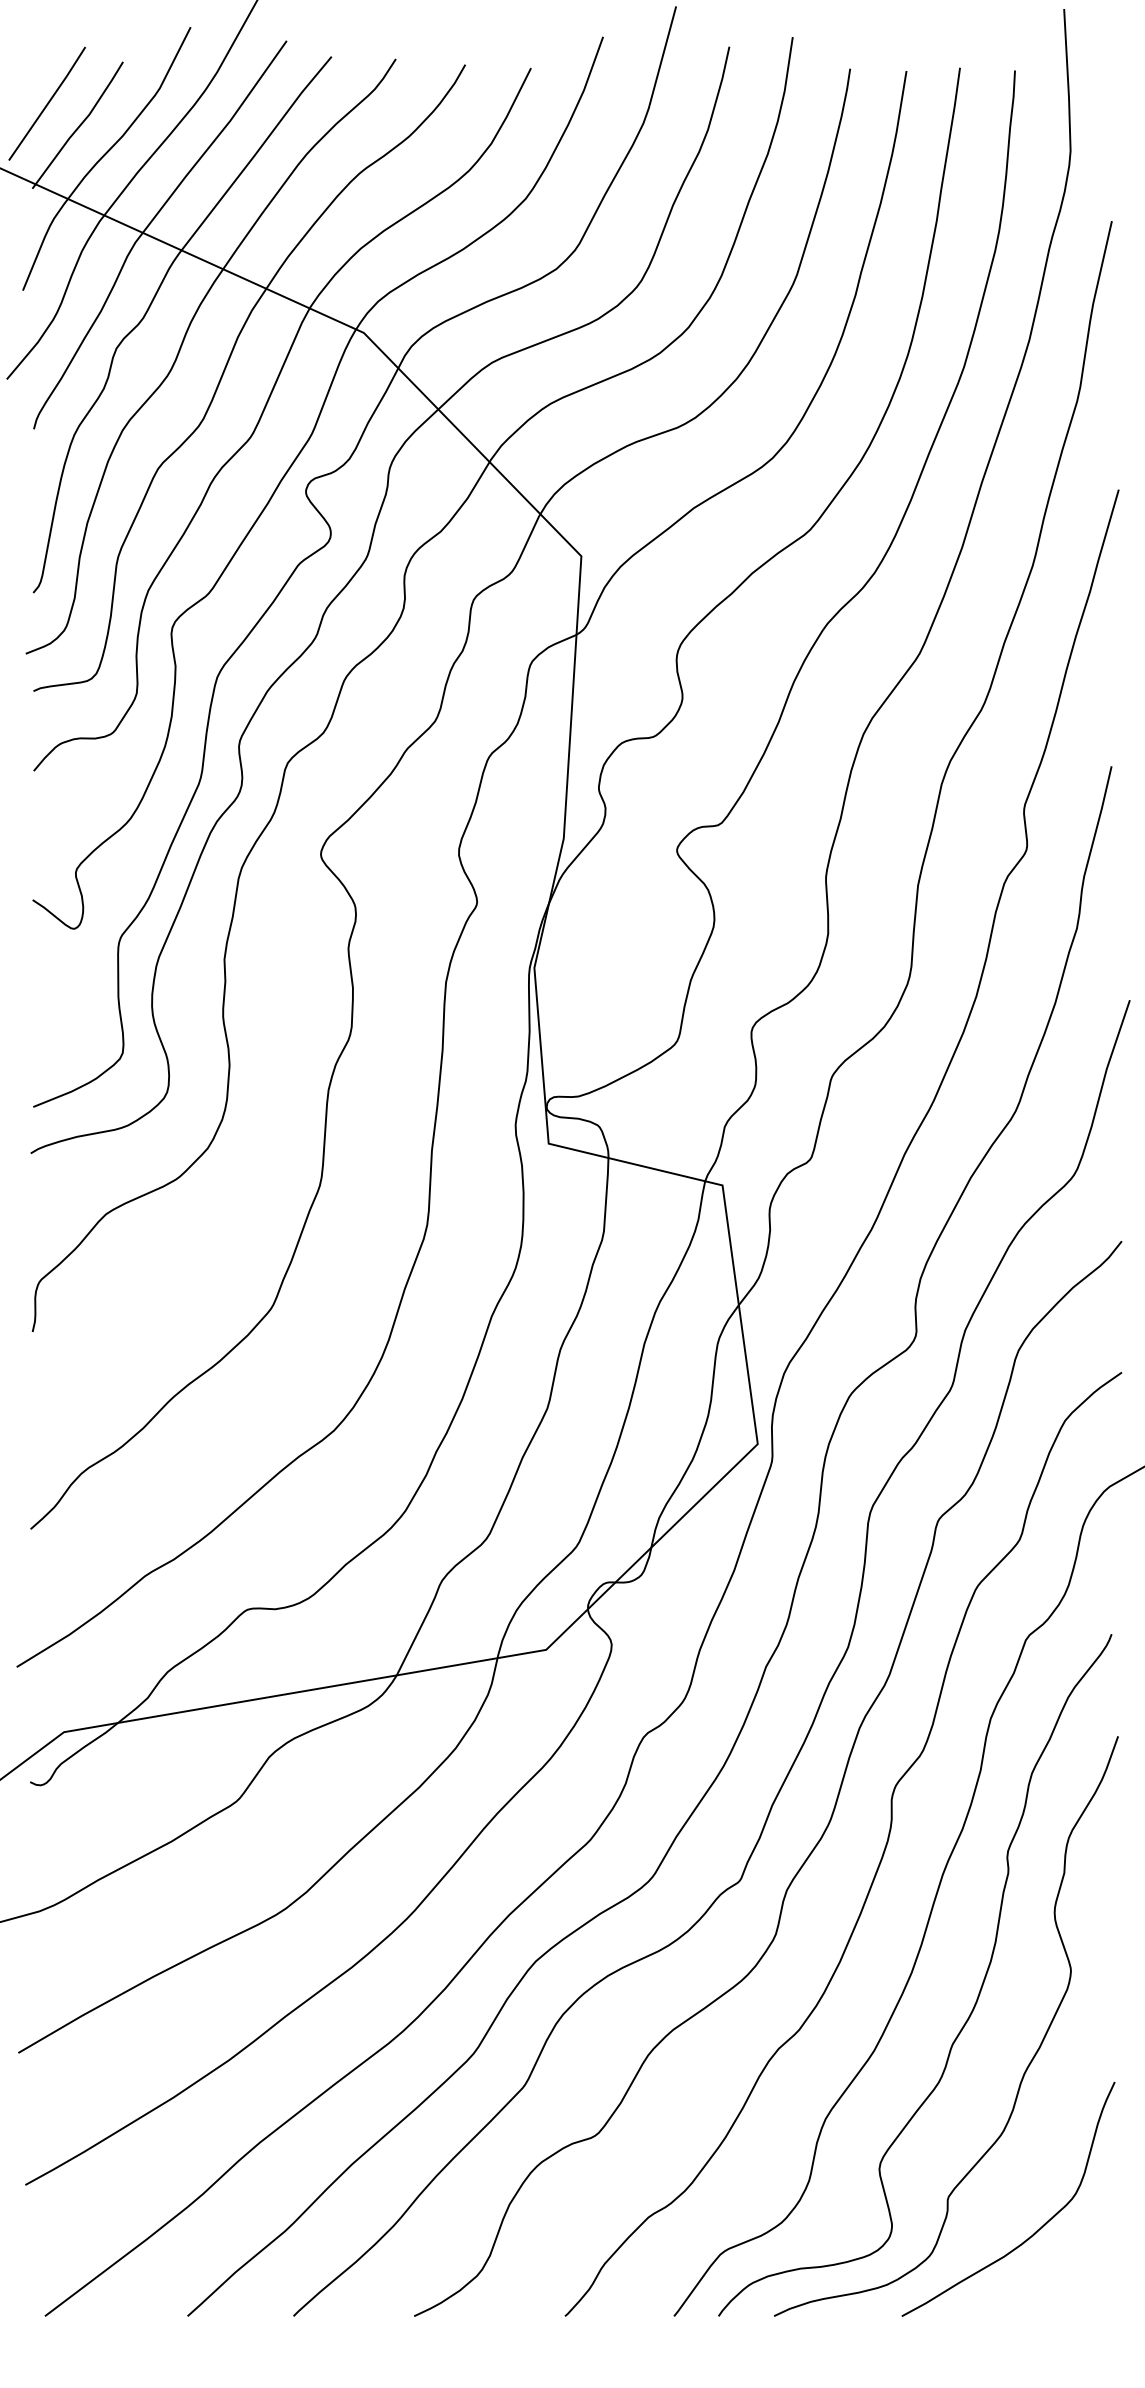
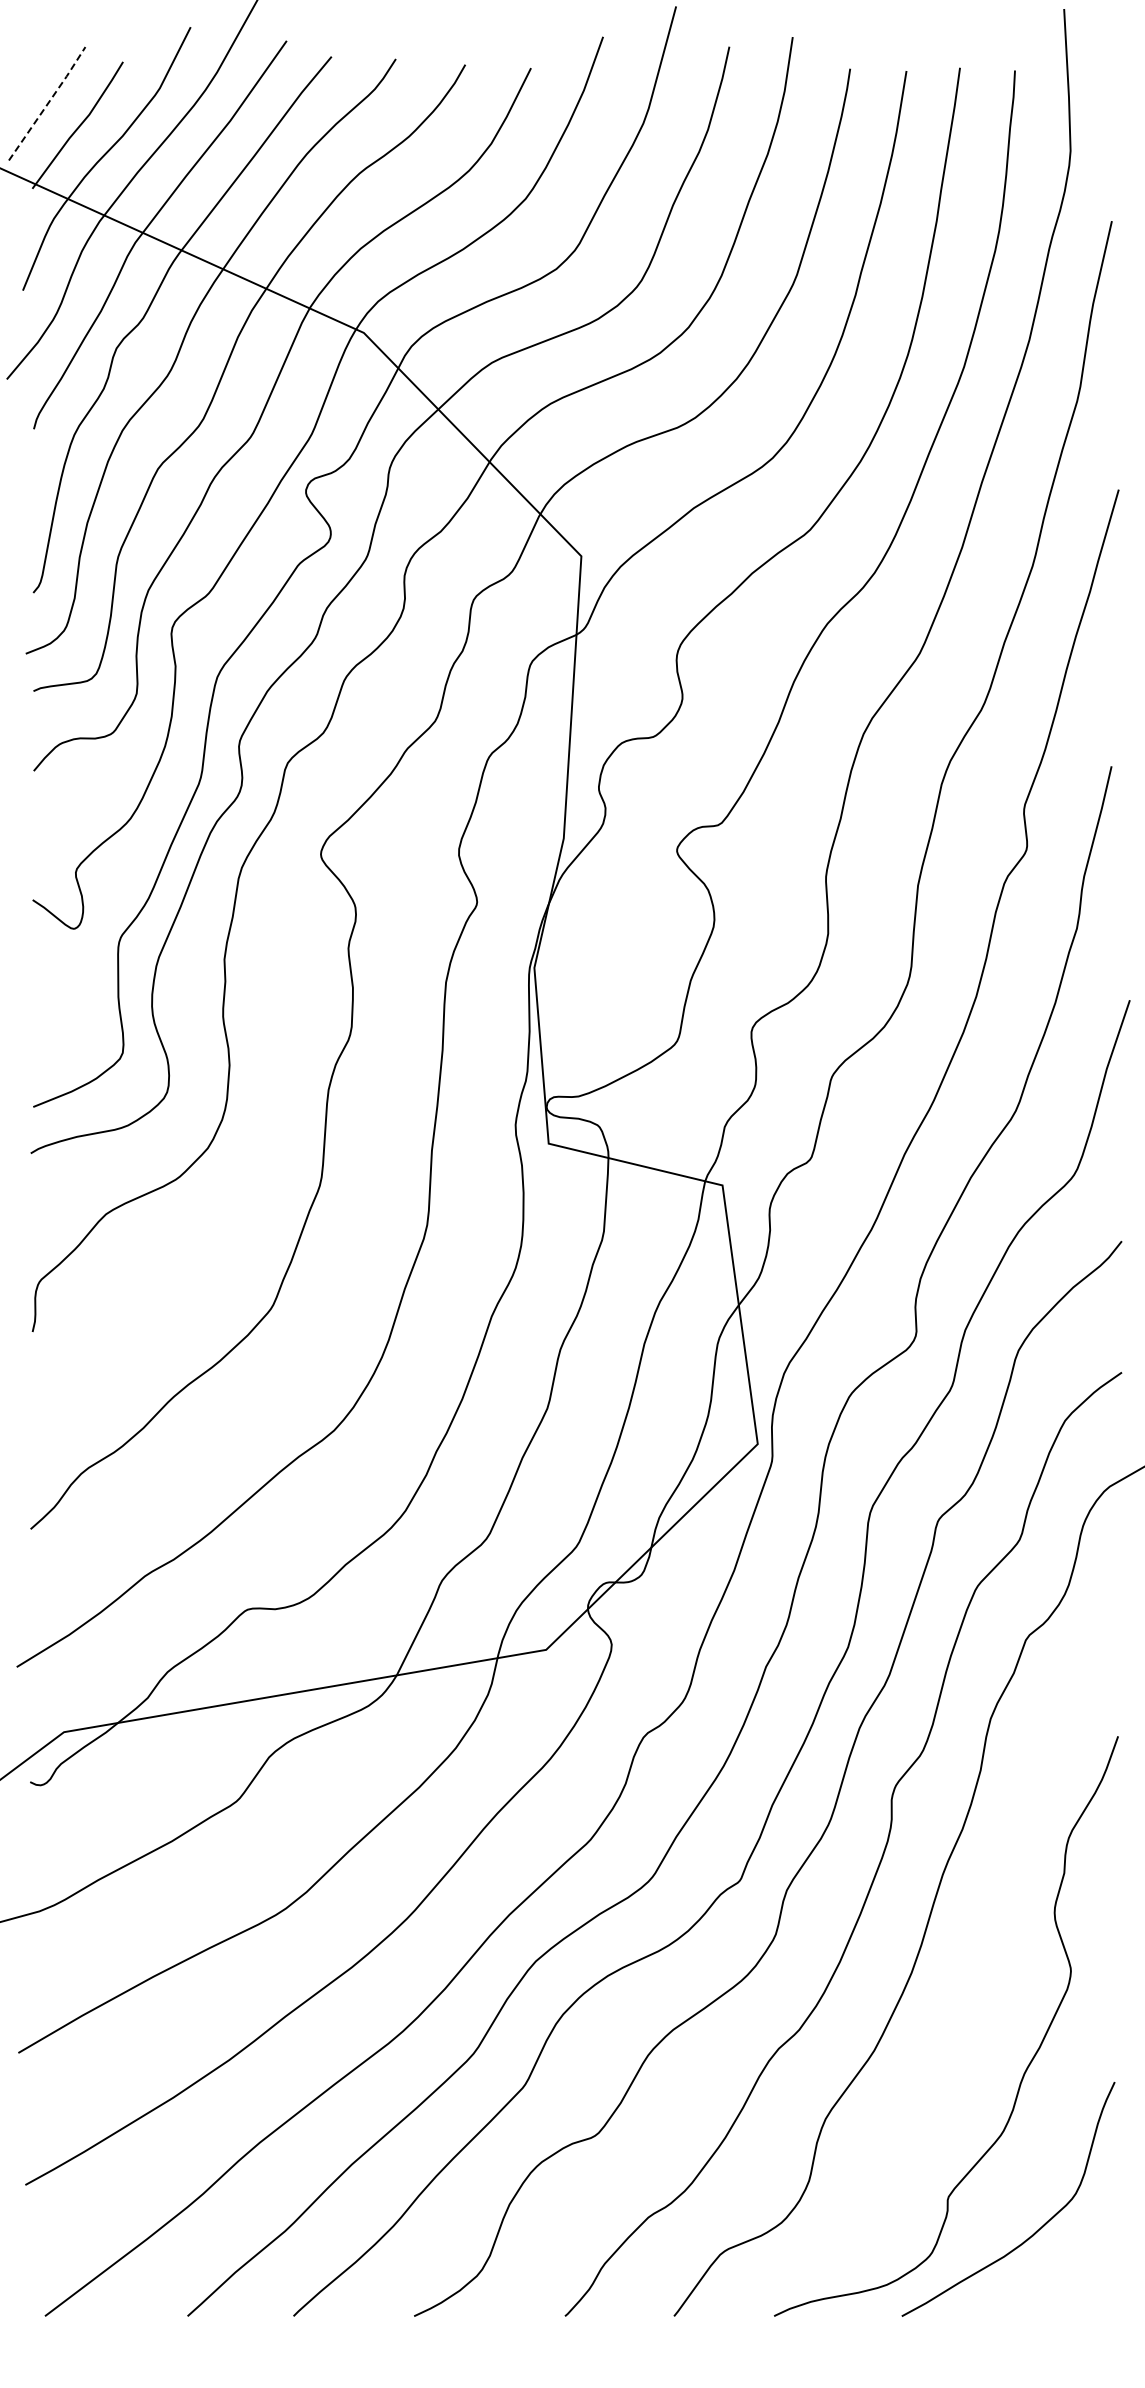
line at (48, 103): solid -> dashed
curve at (977, 1995): present -> none
